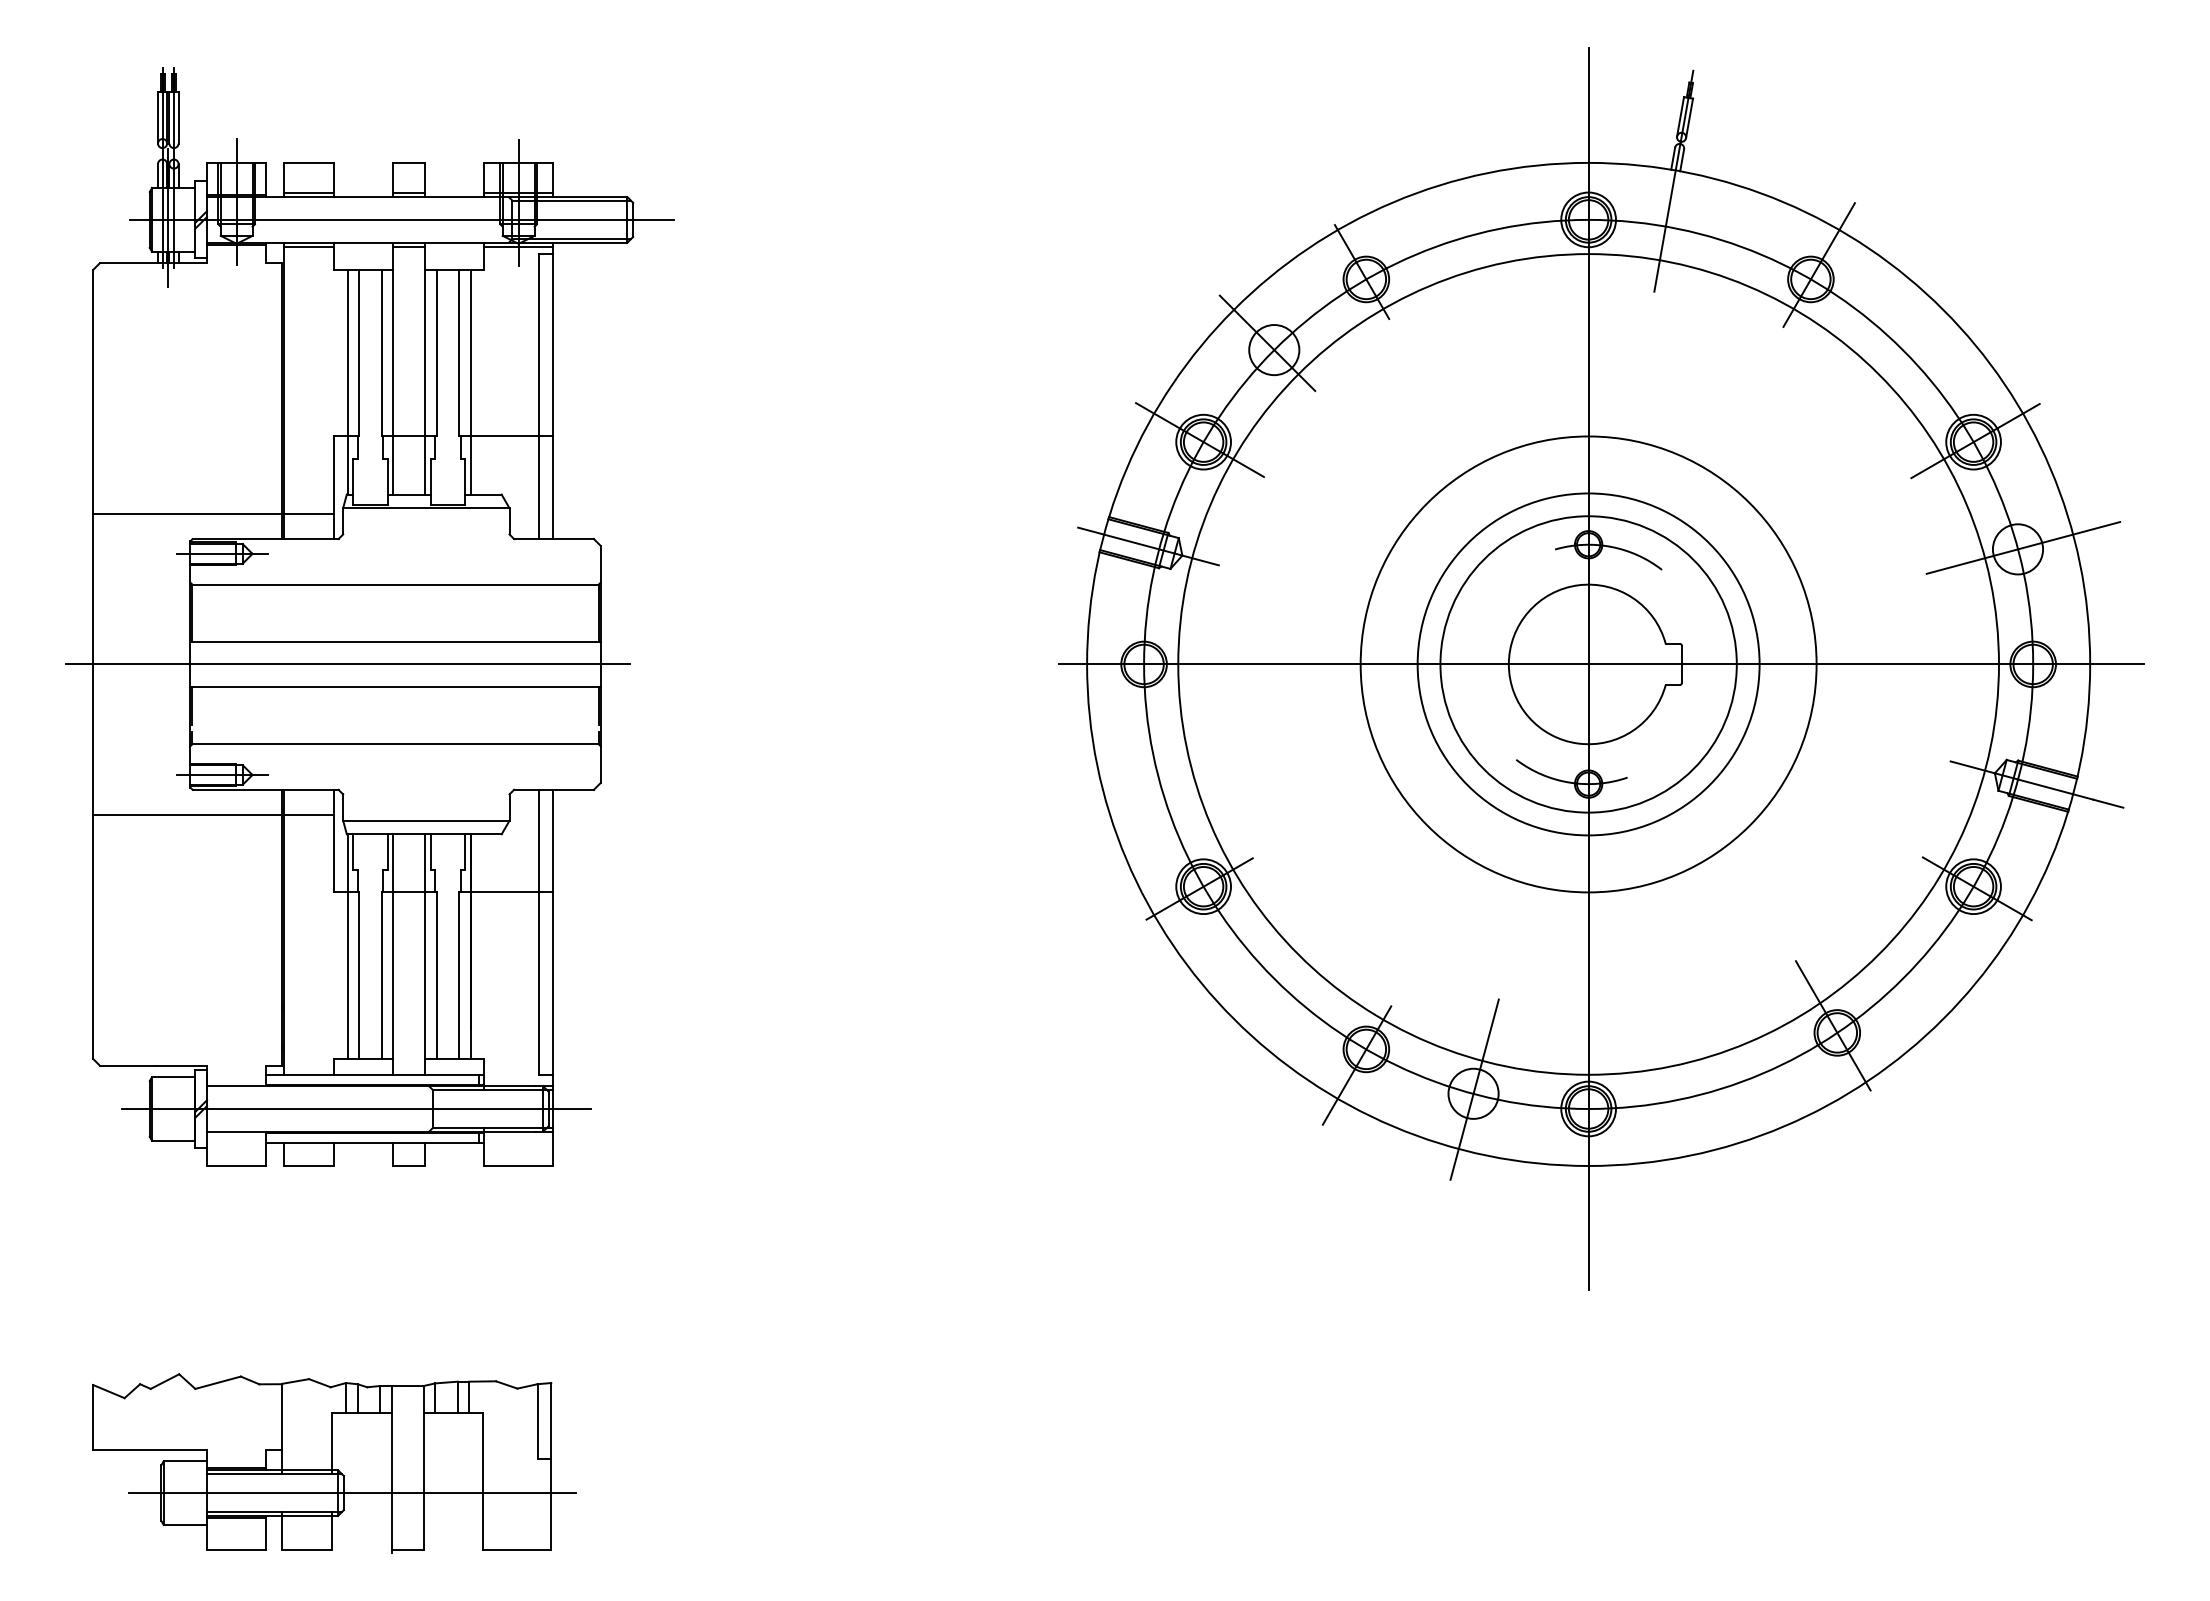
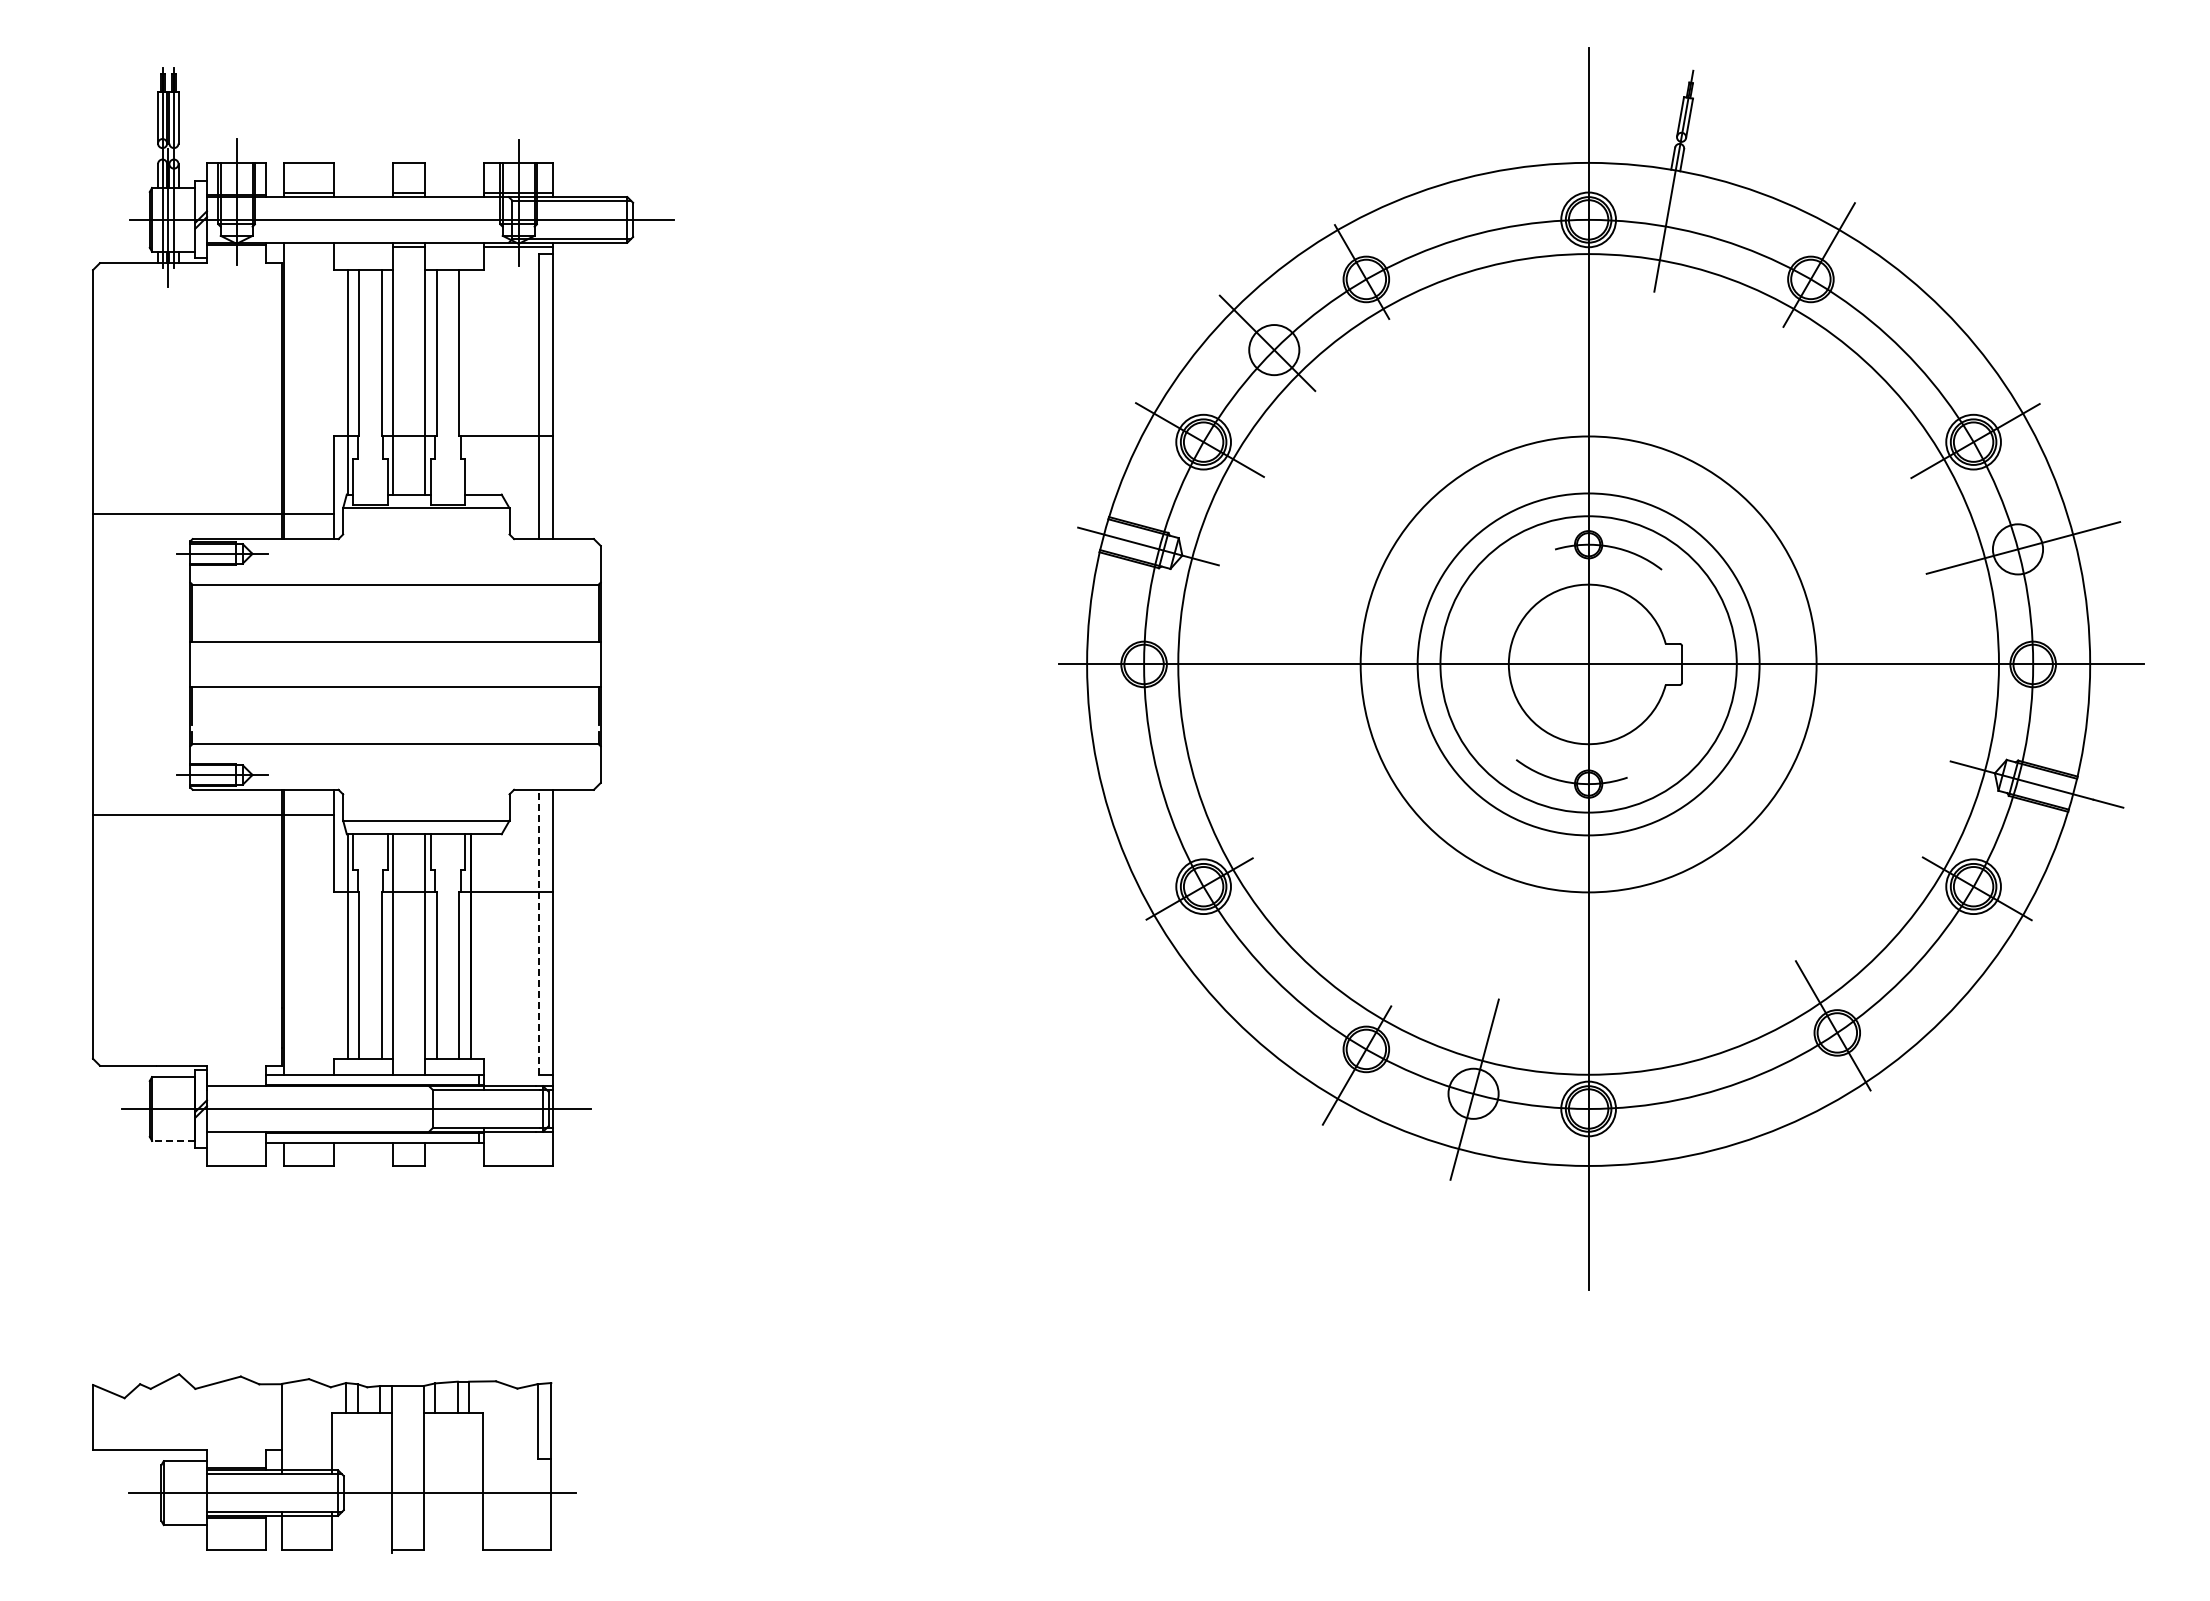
line at (308, 247): present -> none
line at (470, 382): present -> none
line at (348, 664): present -> none
line at (539, 931): solid -> dashed
line at (173, 1140): solid -> dashed
